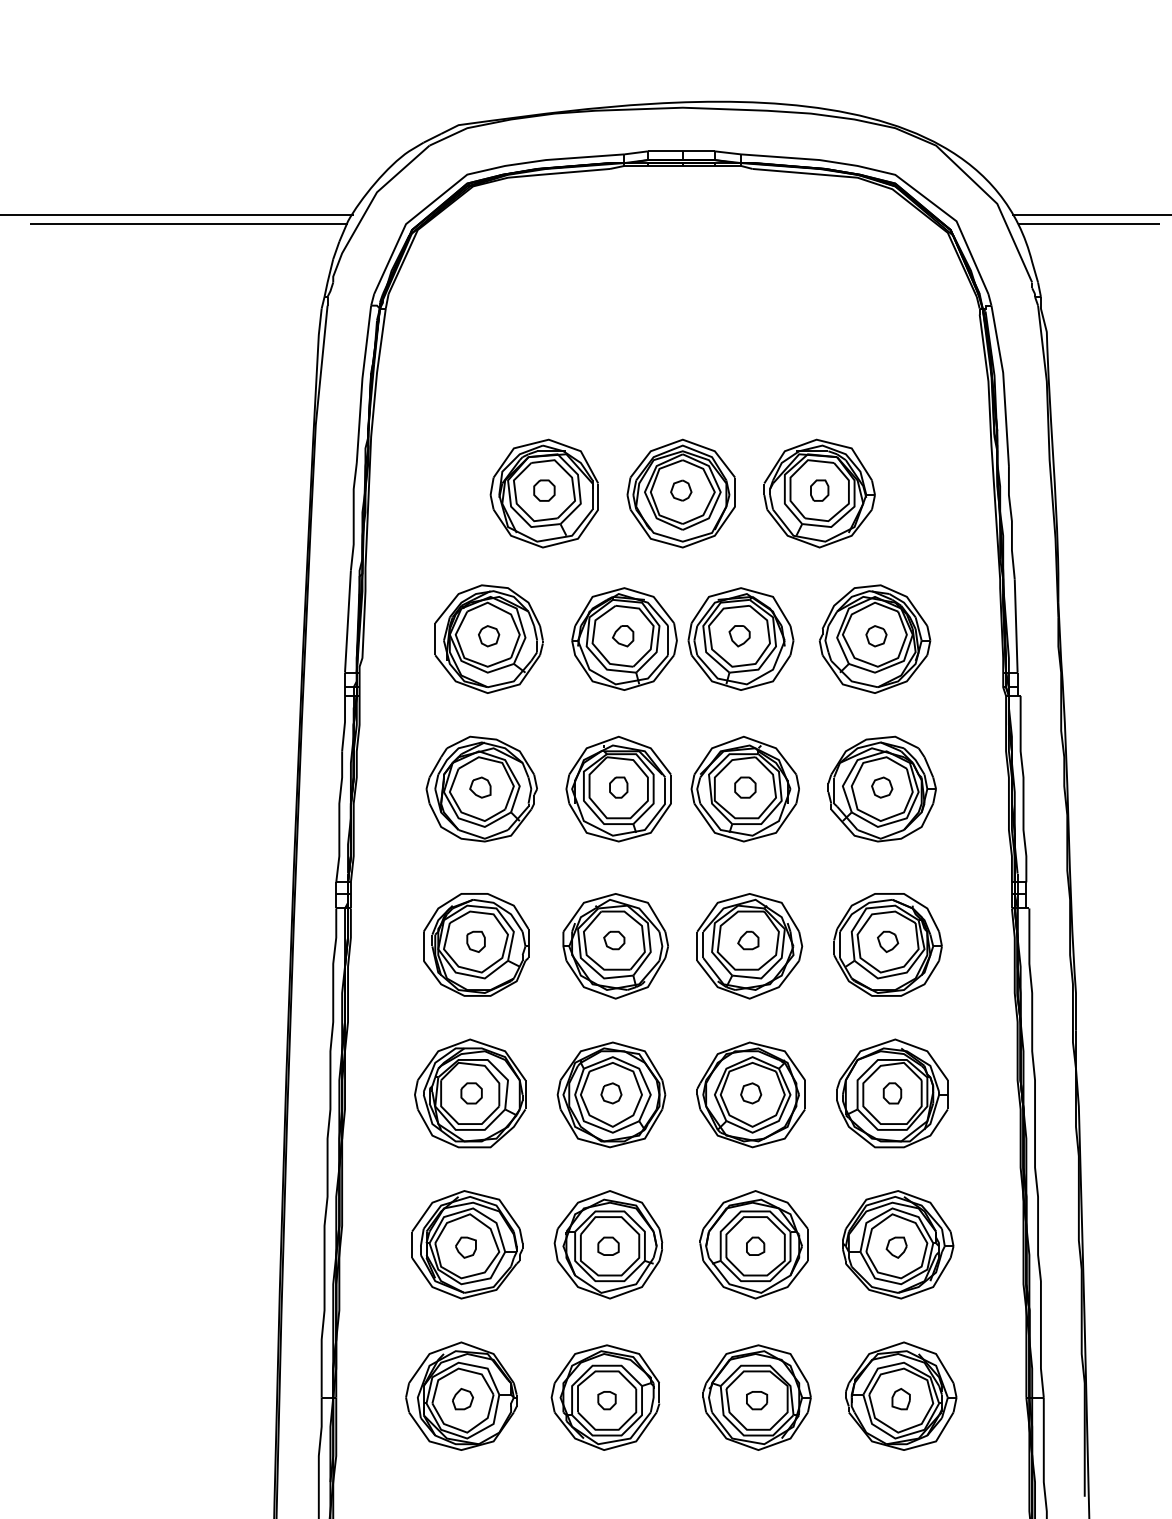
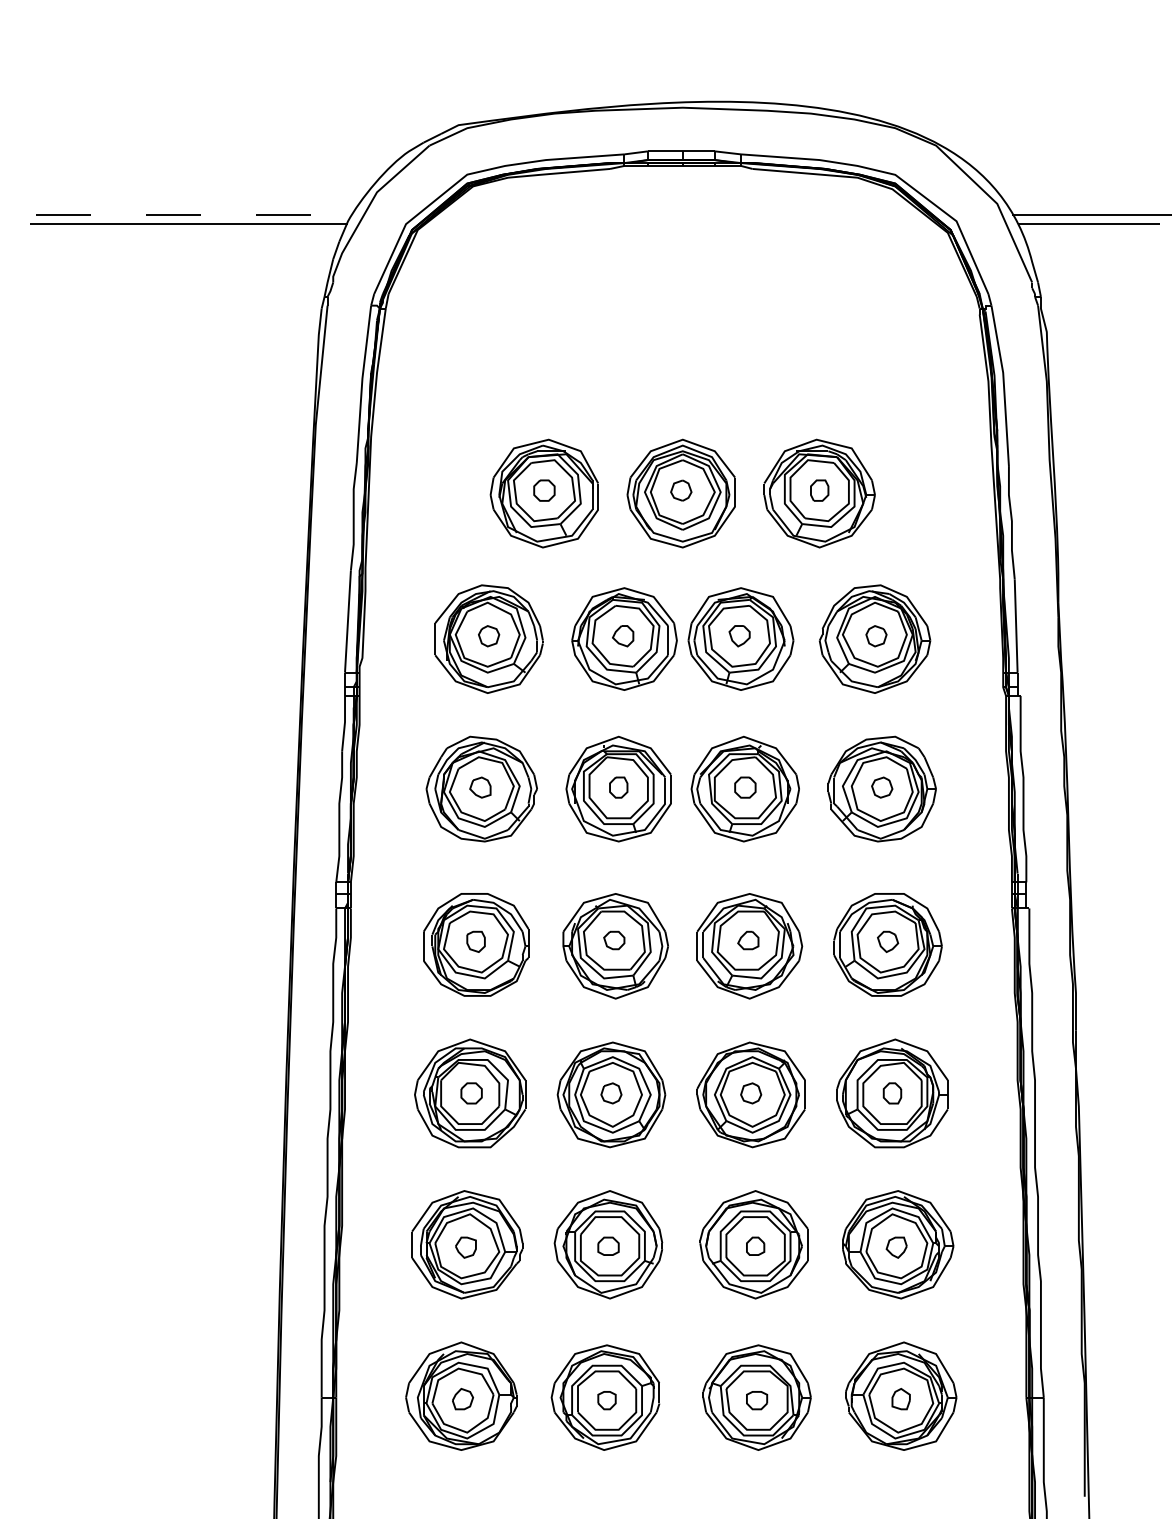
line at (177, 215): solid -> dashed
